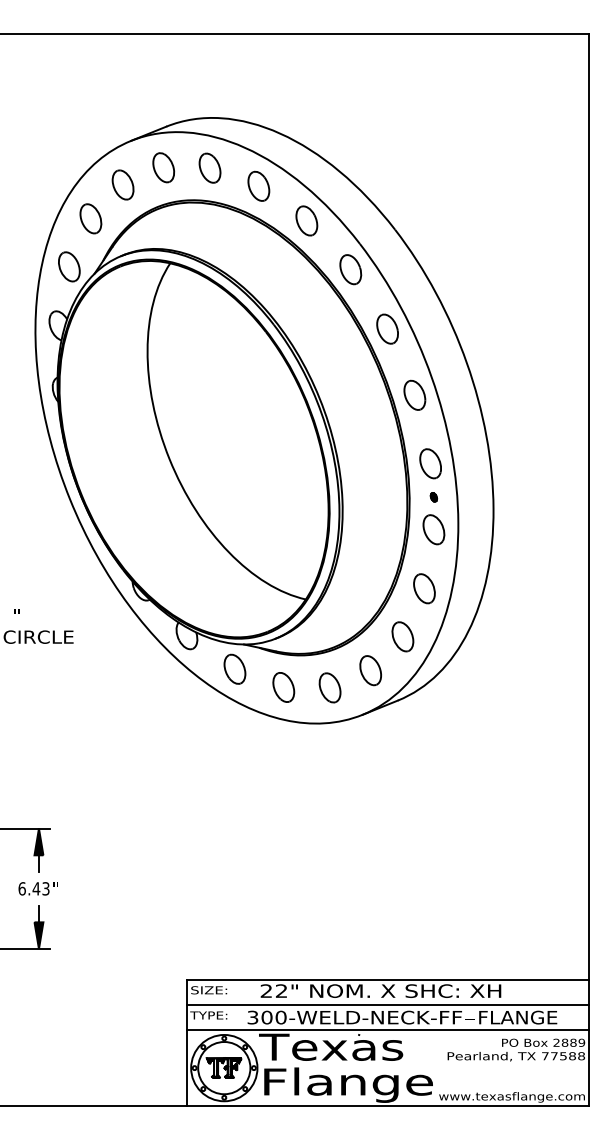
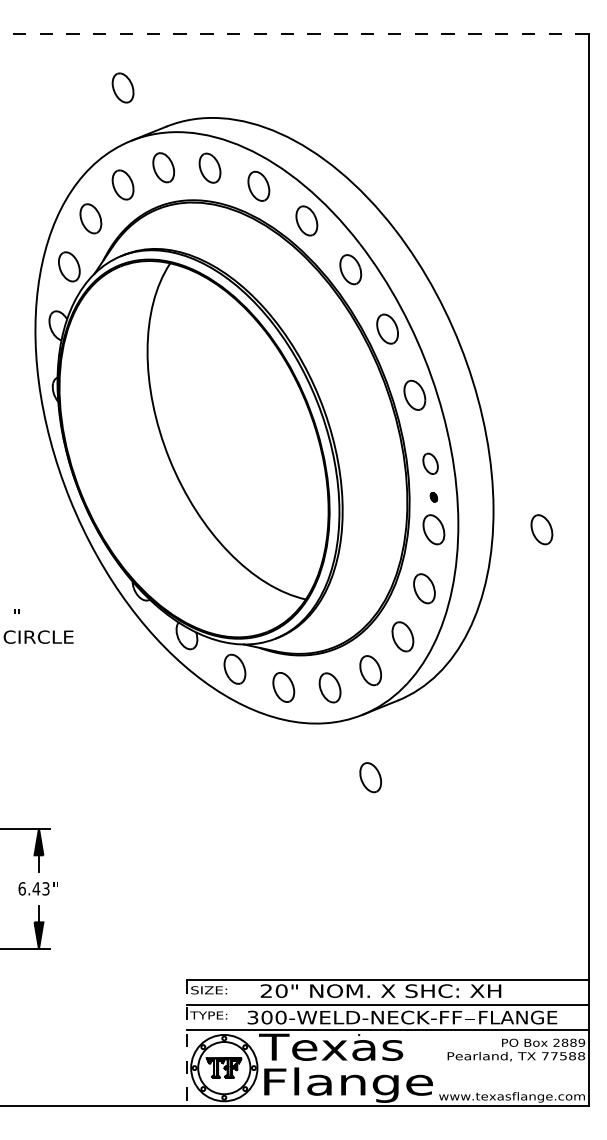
line at (294, 34): solid -> dashed
part at (122, 87): none -> present
part at (430, 463) size: 23x32 px -> 17x23 px
part at (541, 529): none -> present
part at (370, 777): none -> present
text at (281, 990): 22" -> 20"
line at (186, 1043): solid -> dashed
